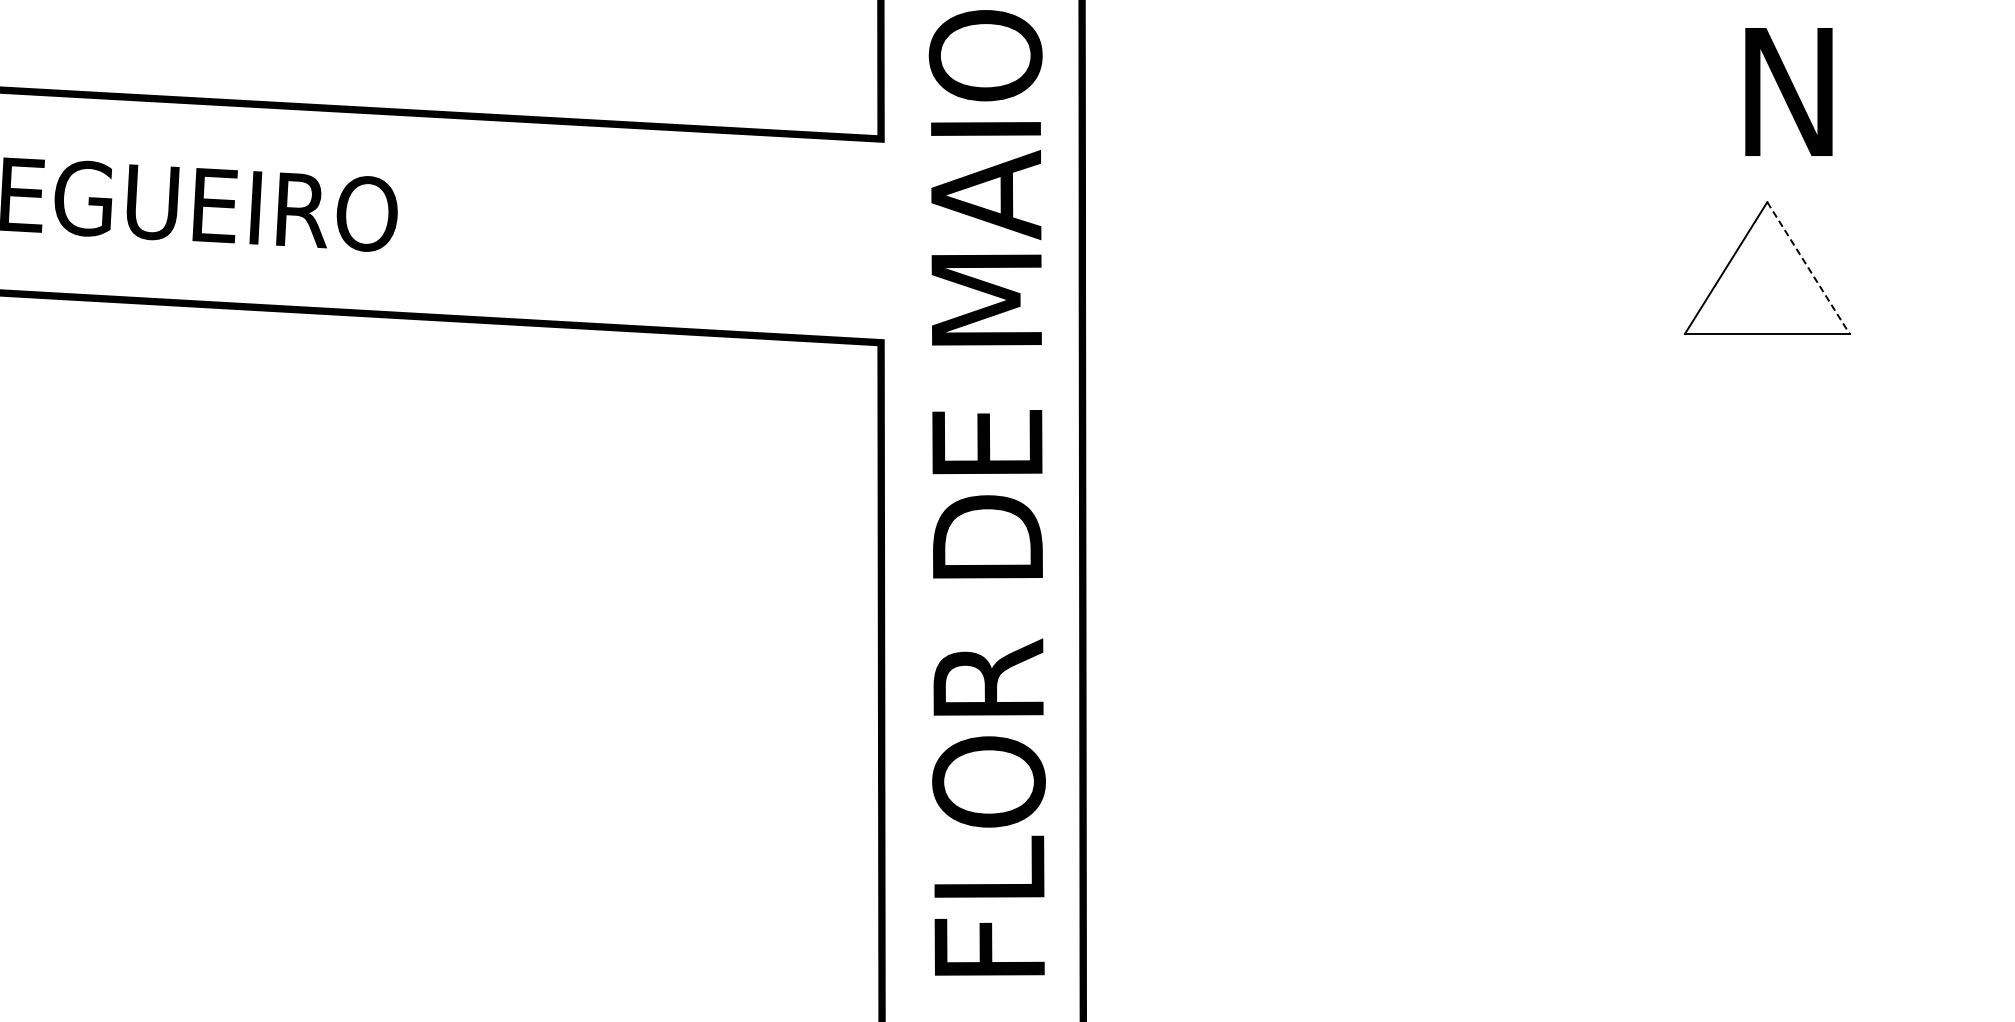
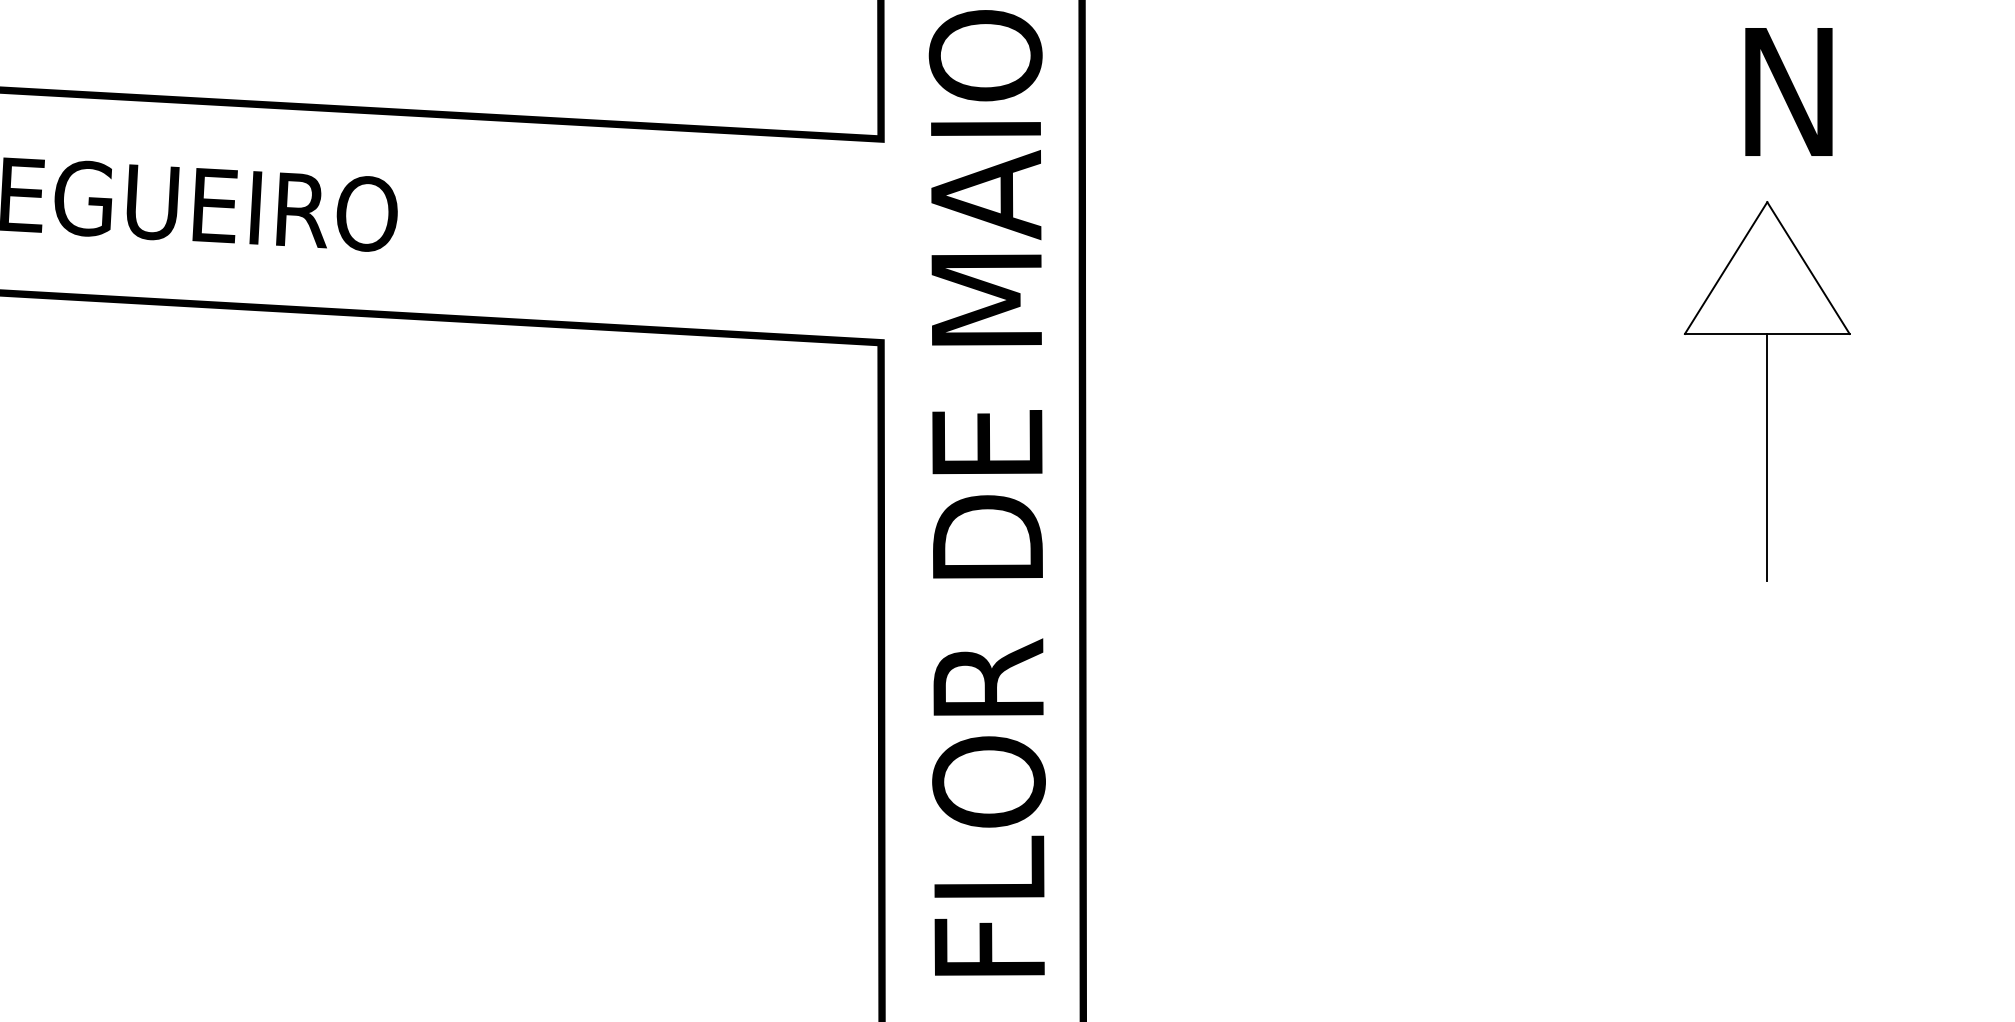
line at (1808, 268): dashed -> solid
line at (1767, 456): none -> present
